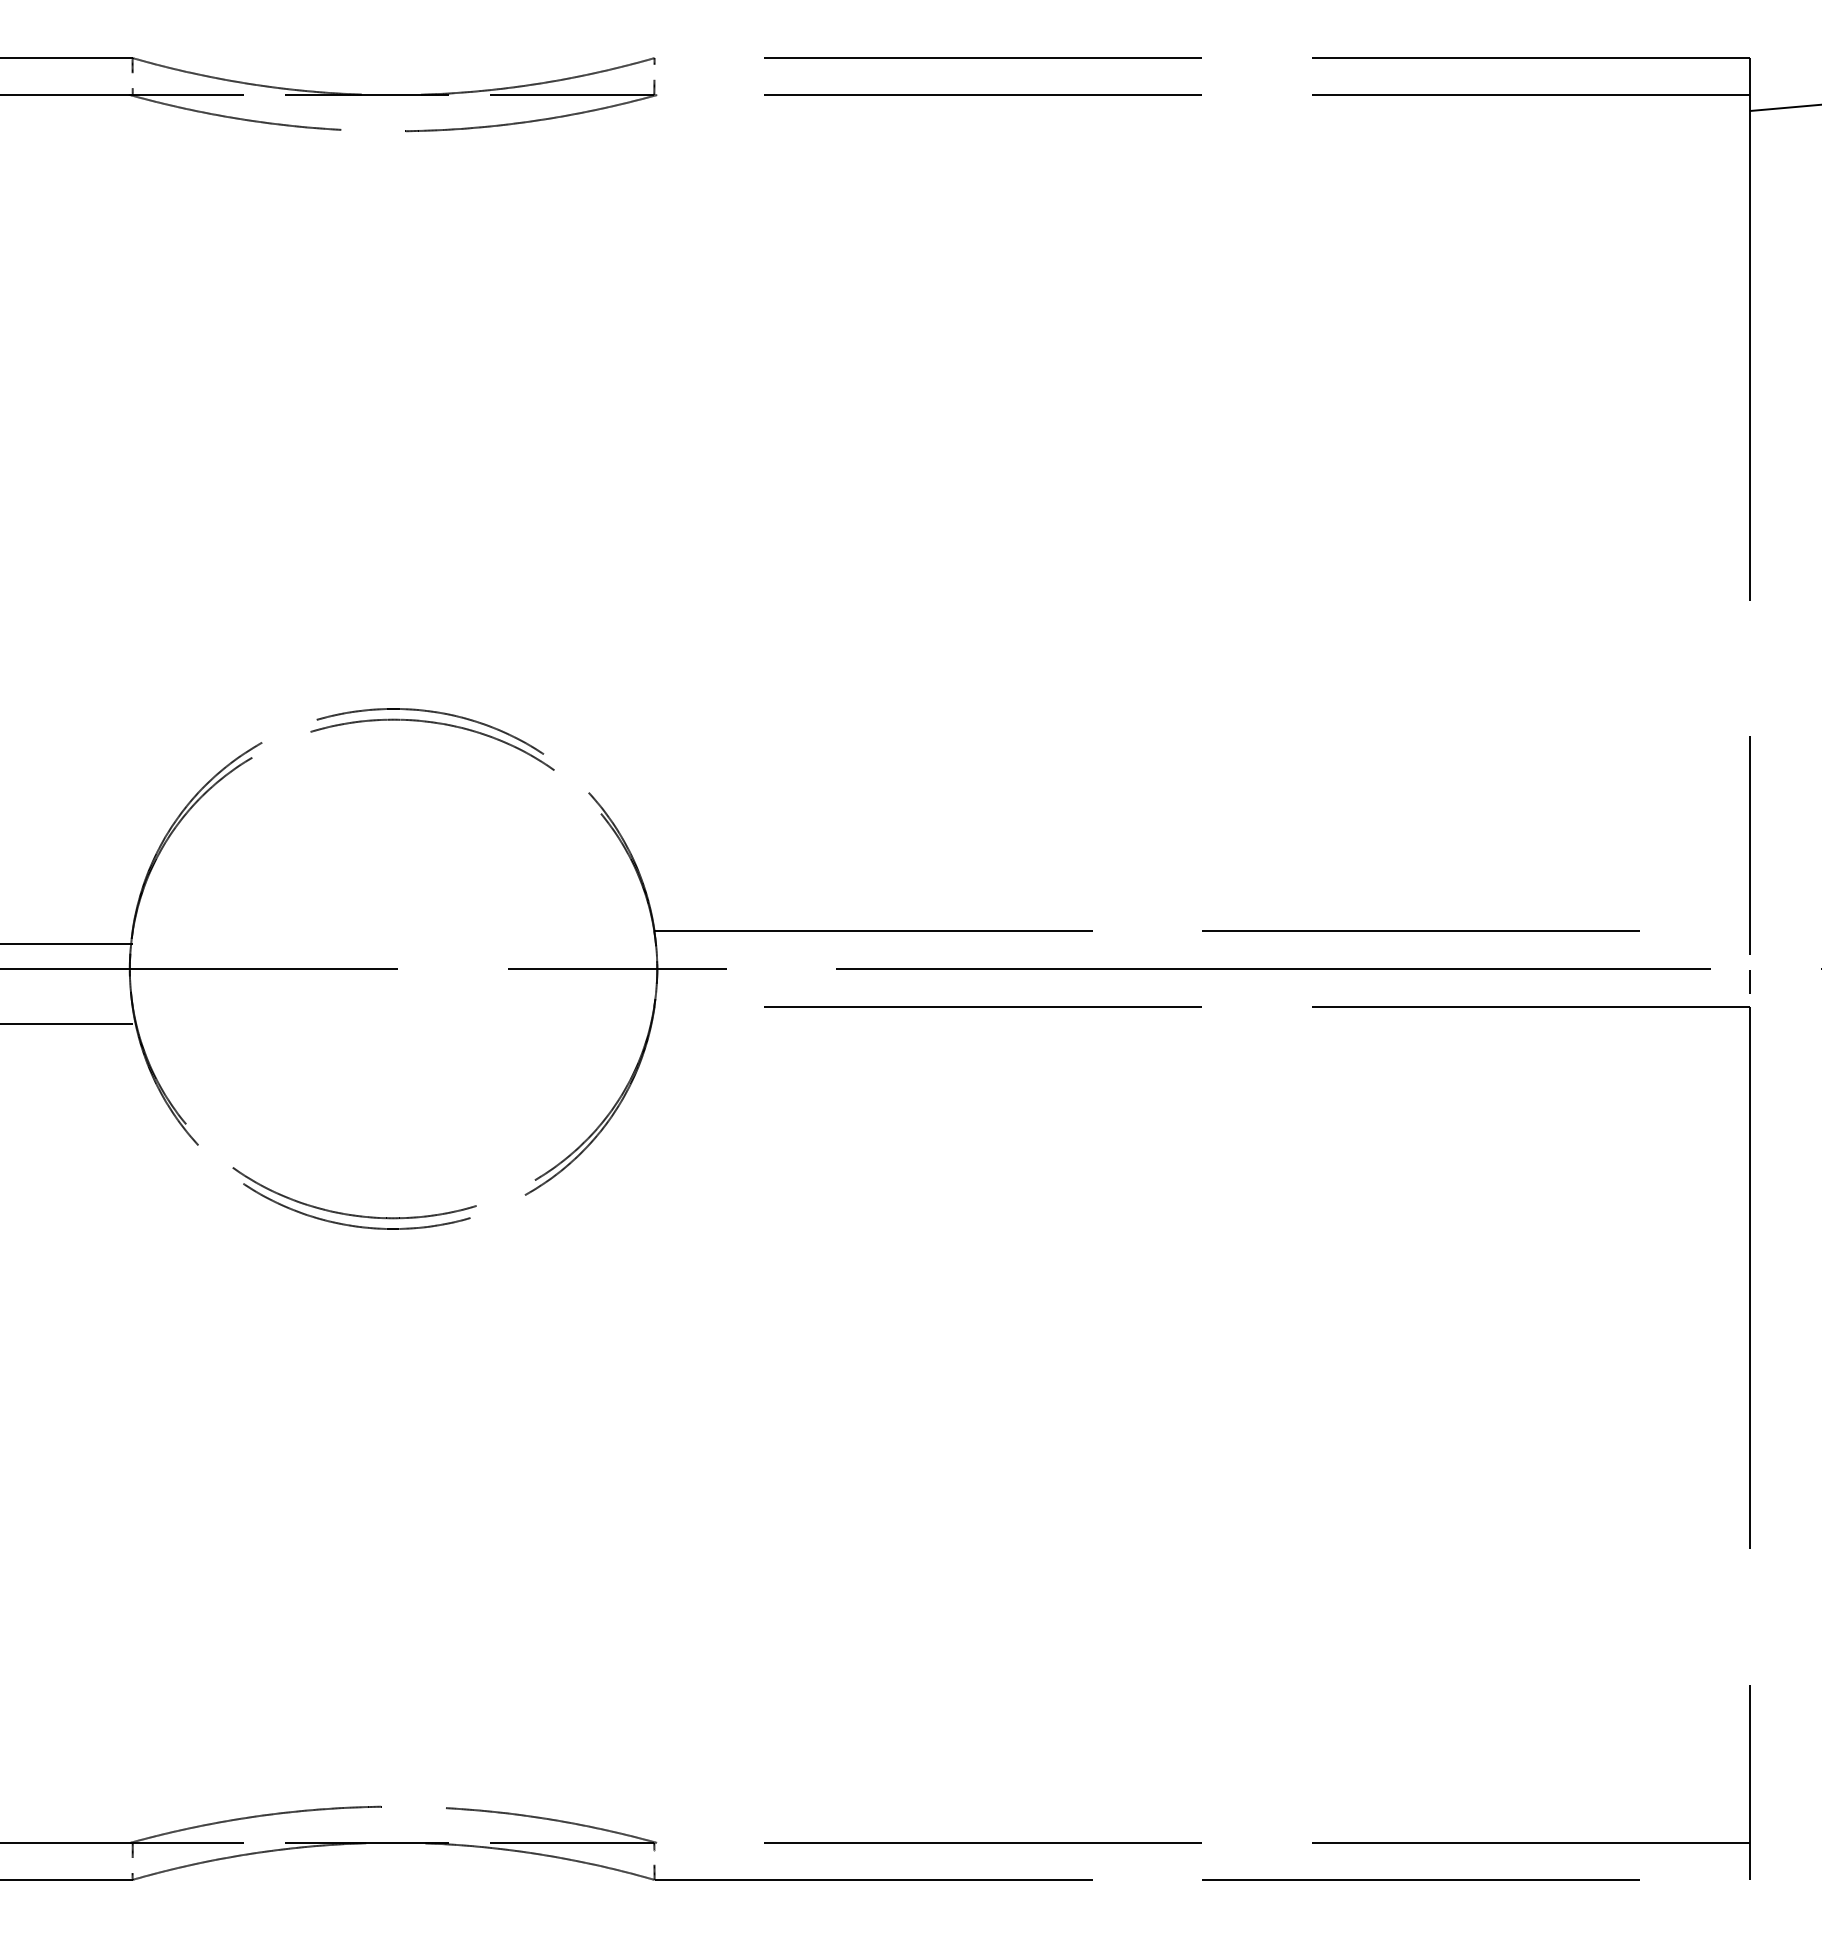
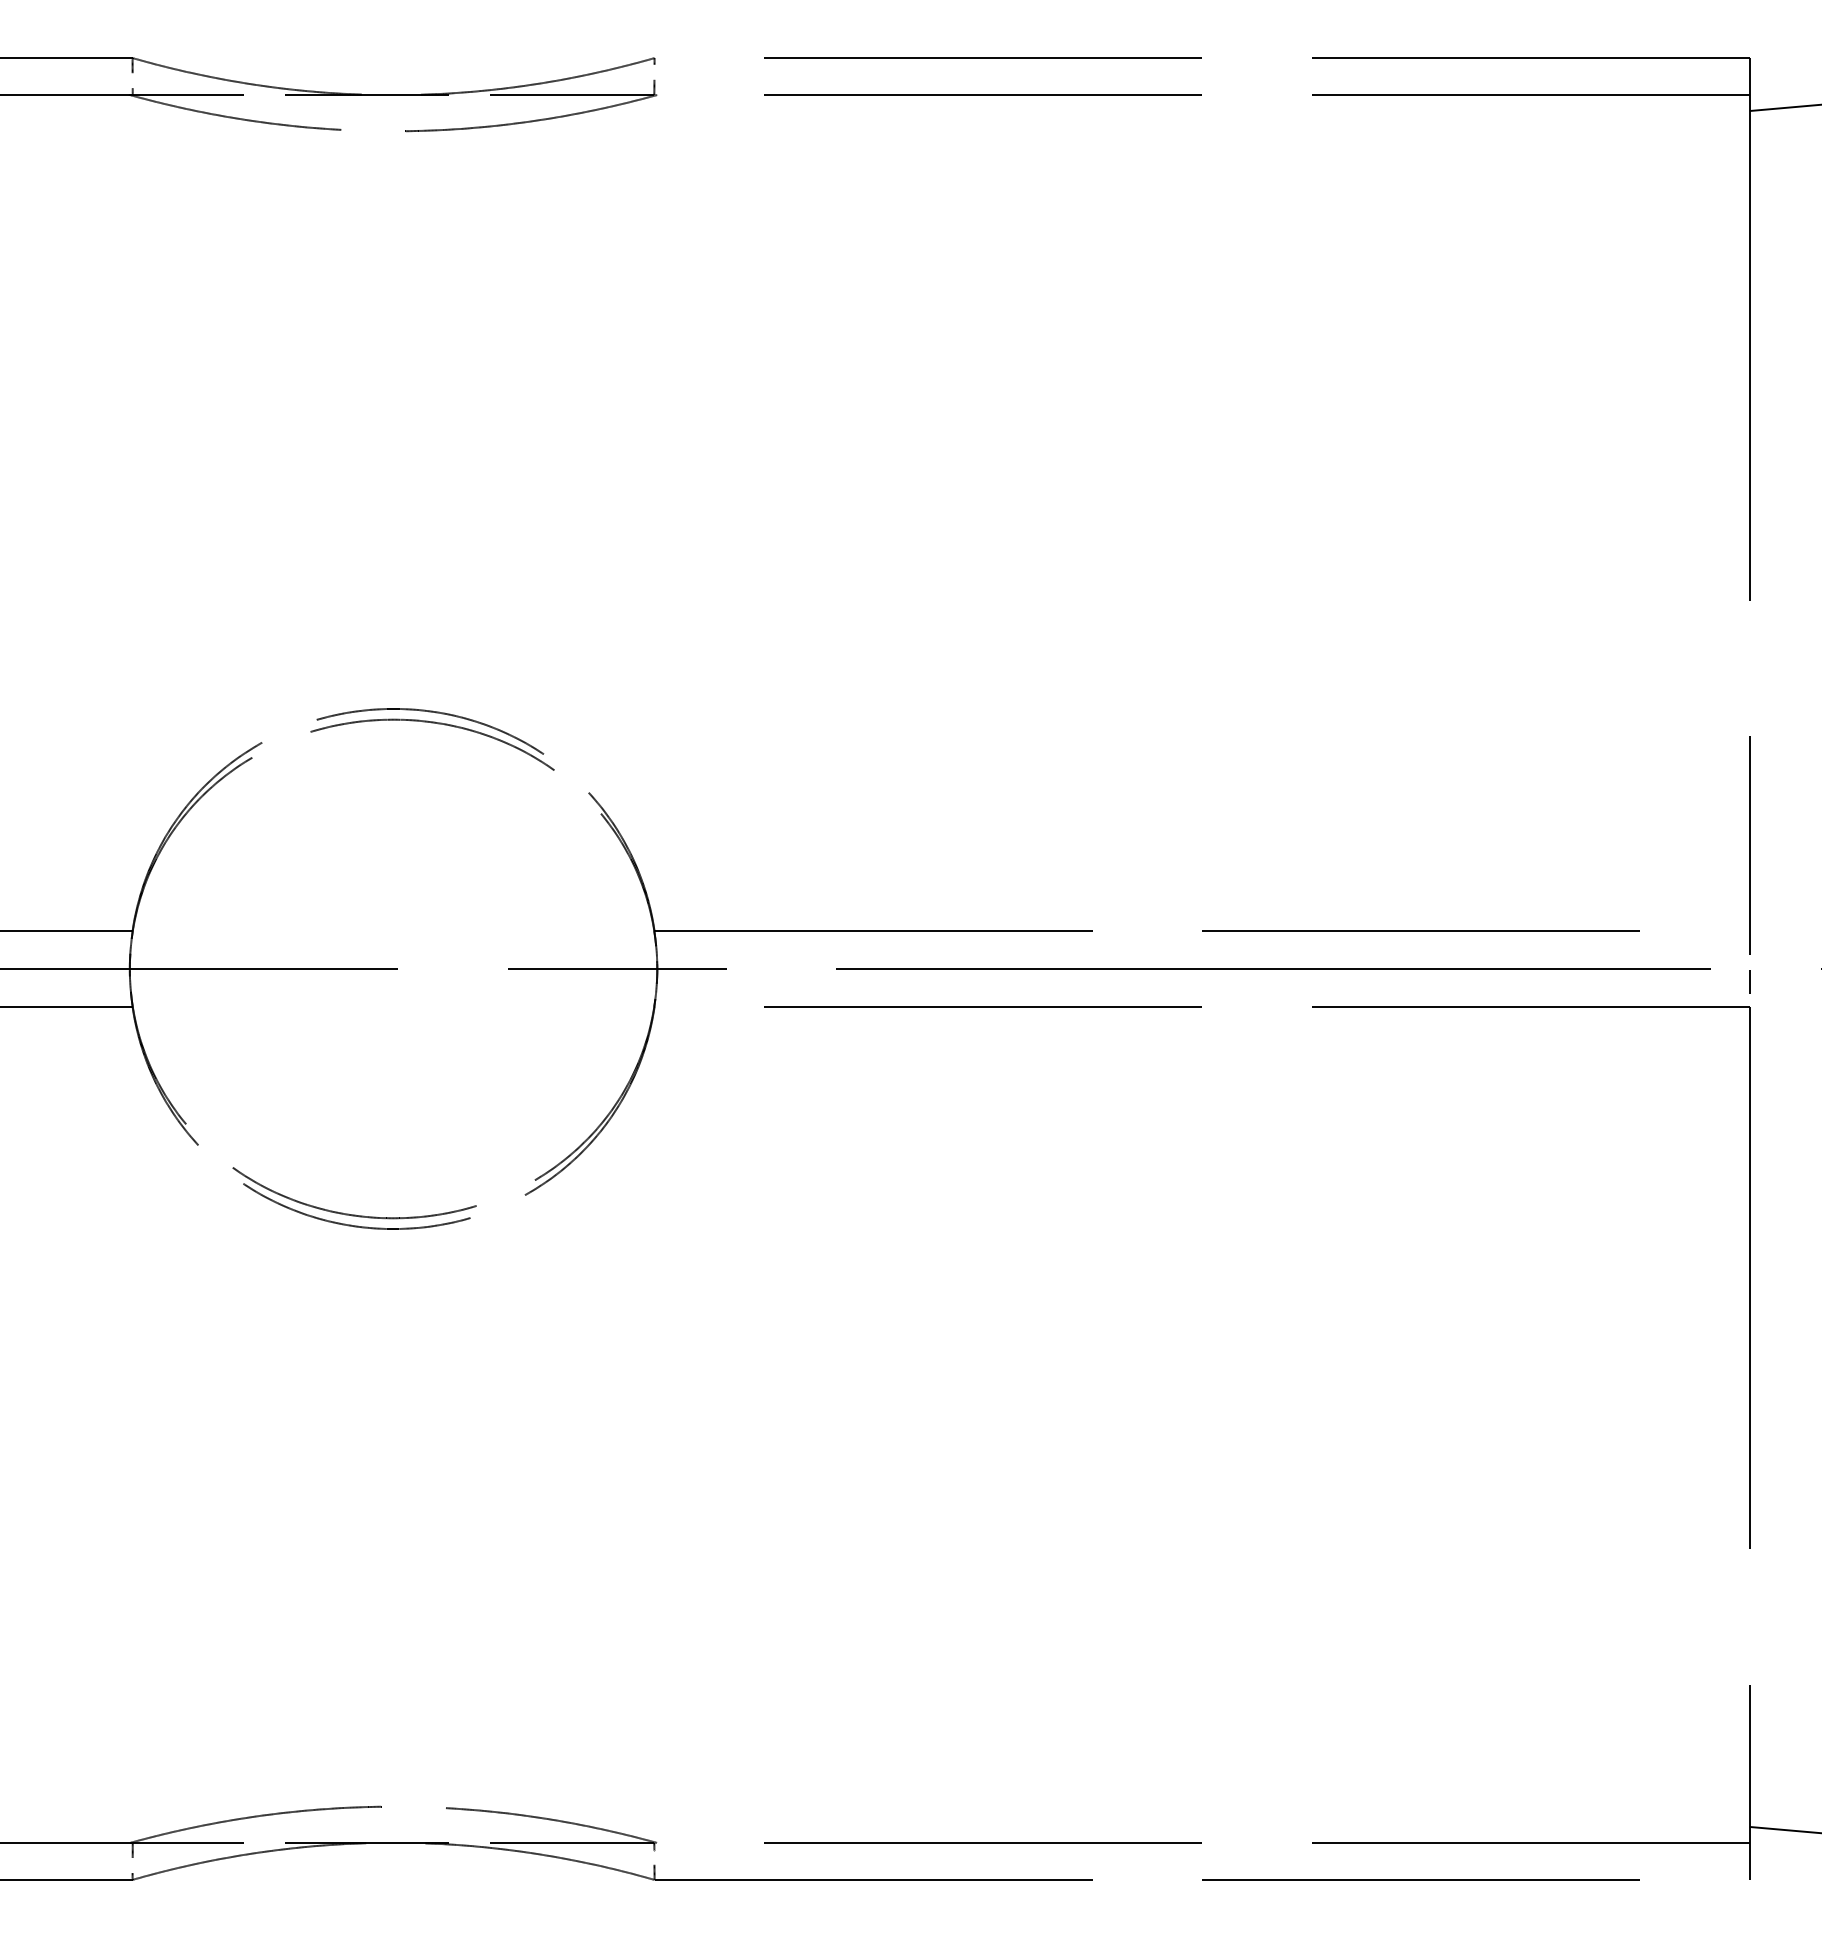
line at (67, 944) position: (67, 944) -> (67, 931)
line at (67, 1023) position: (67, 1023) -> (67, 1006)
line at (1783, 1829): none -> present
